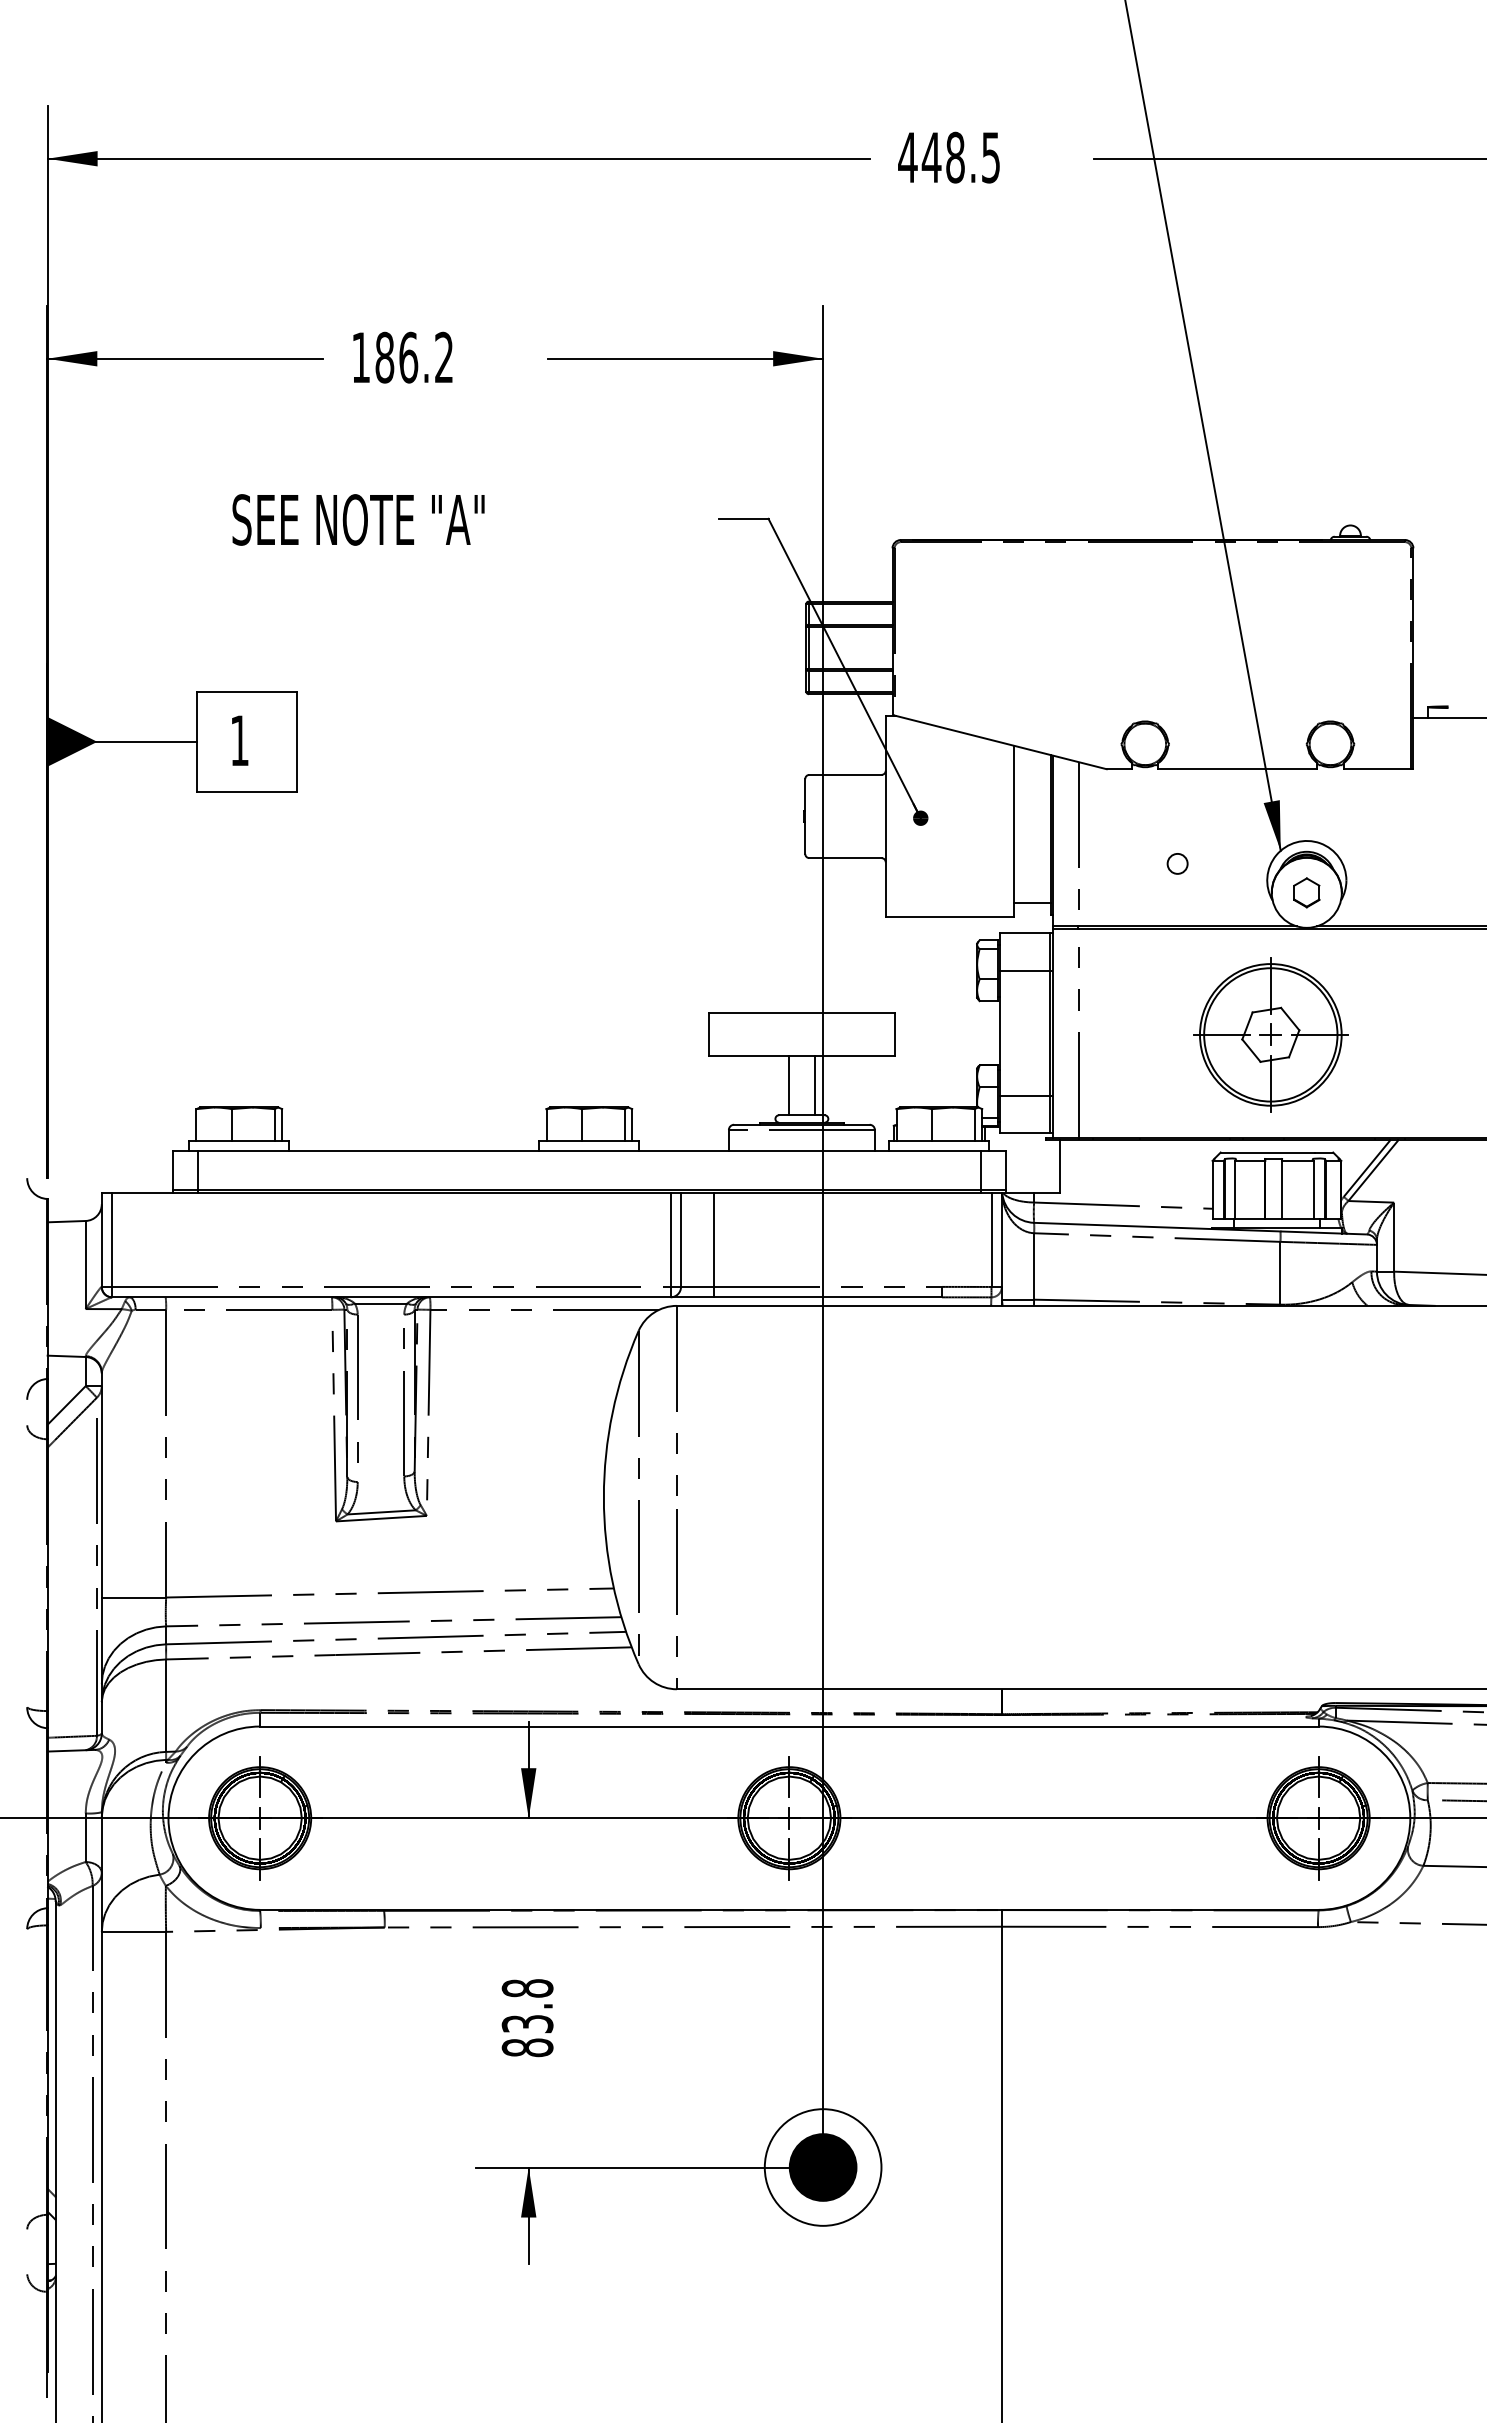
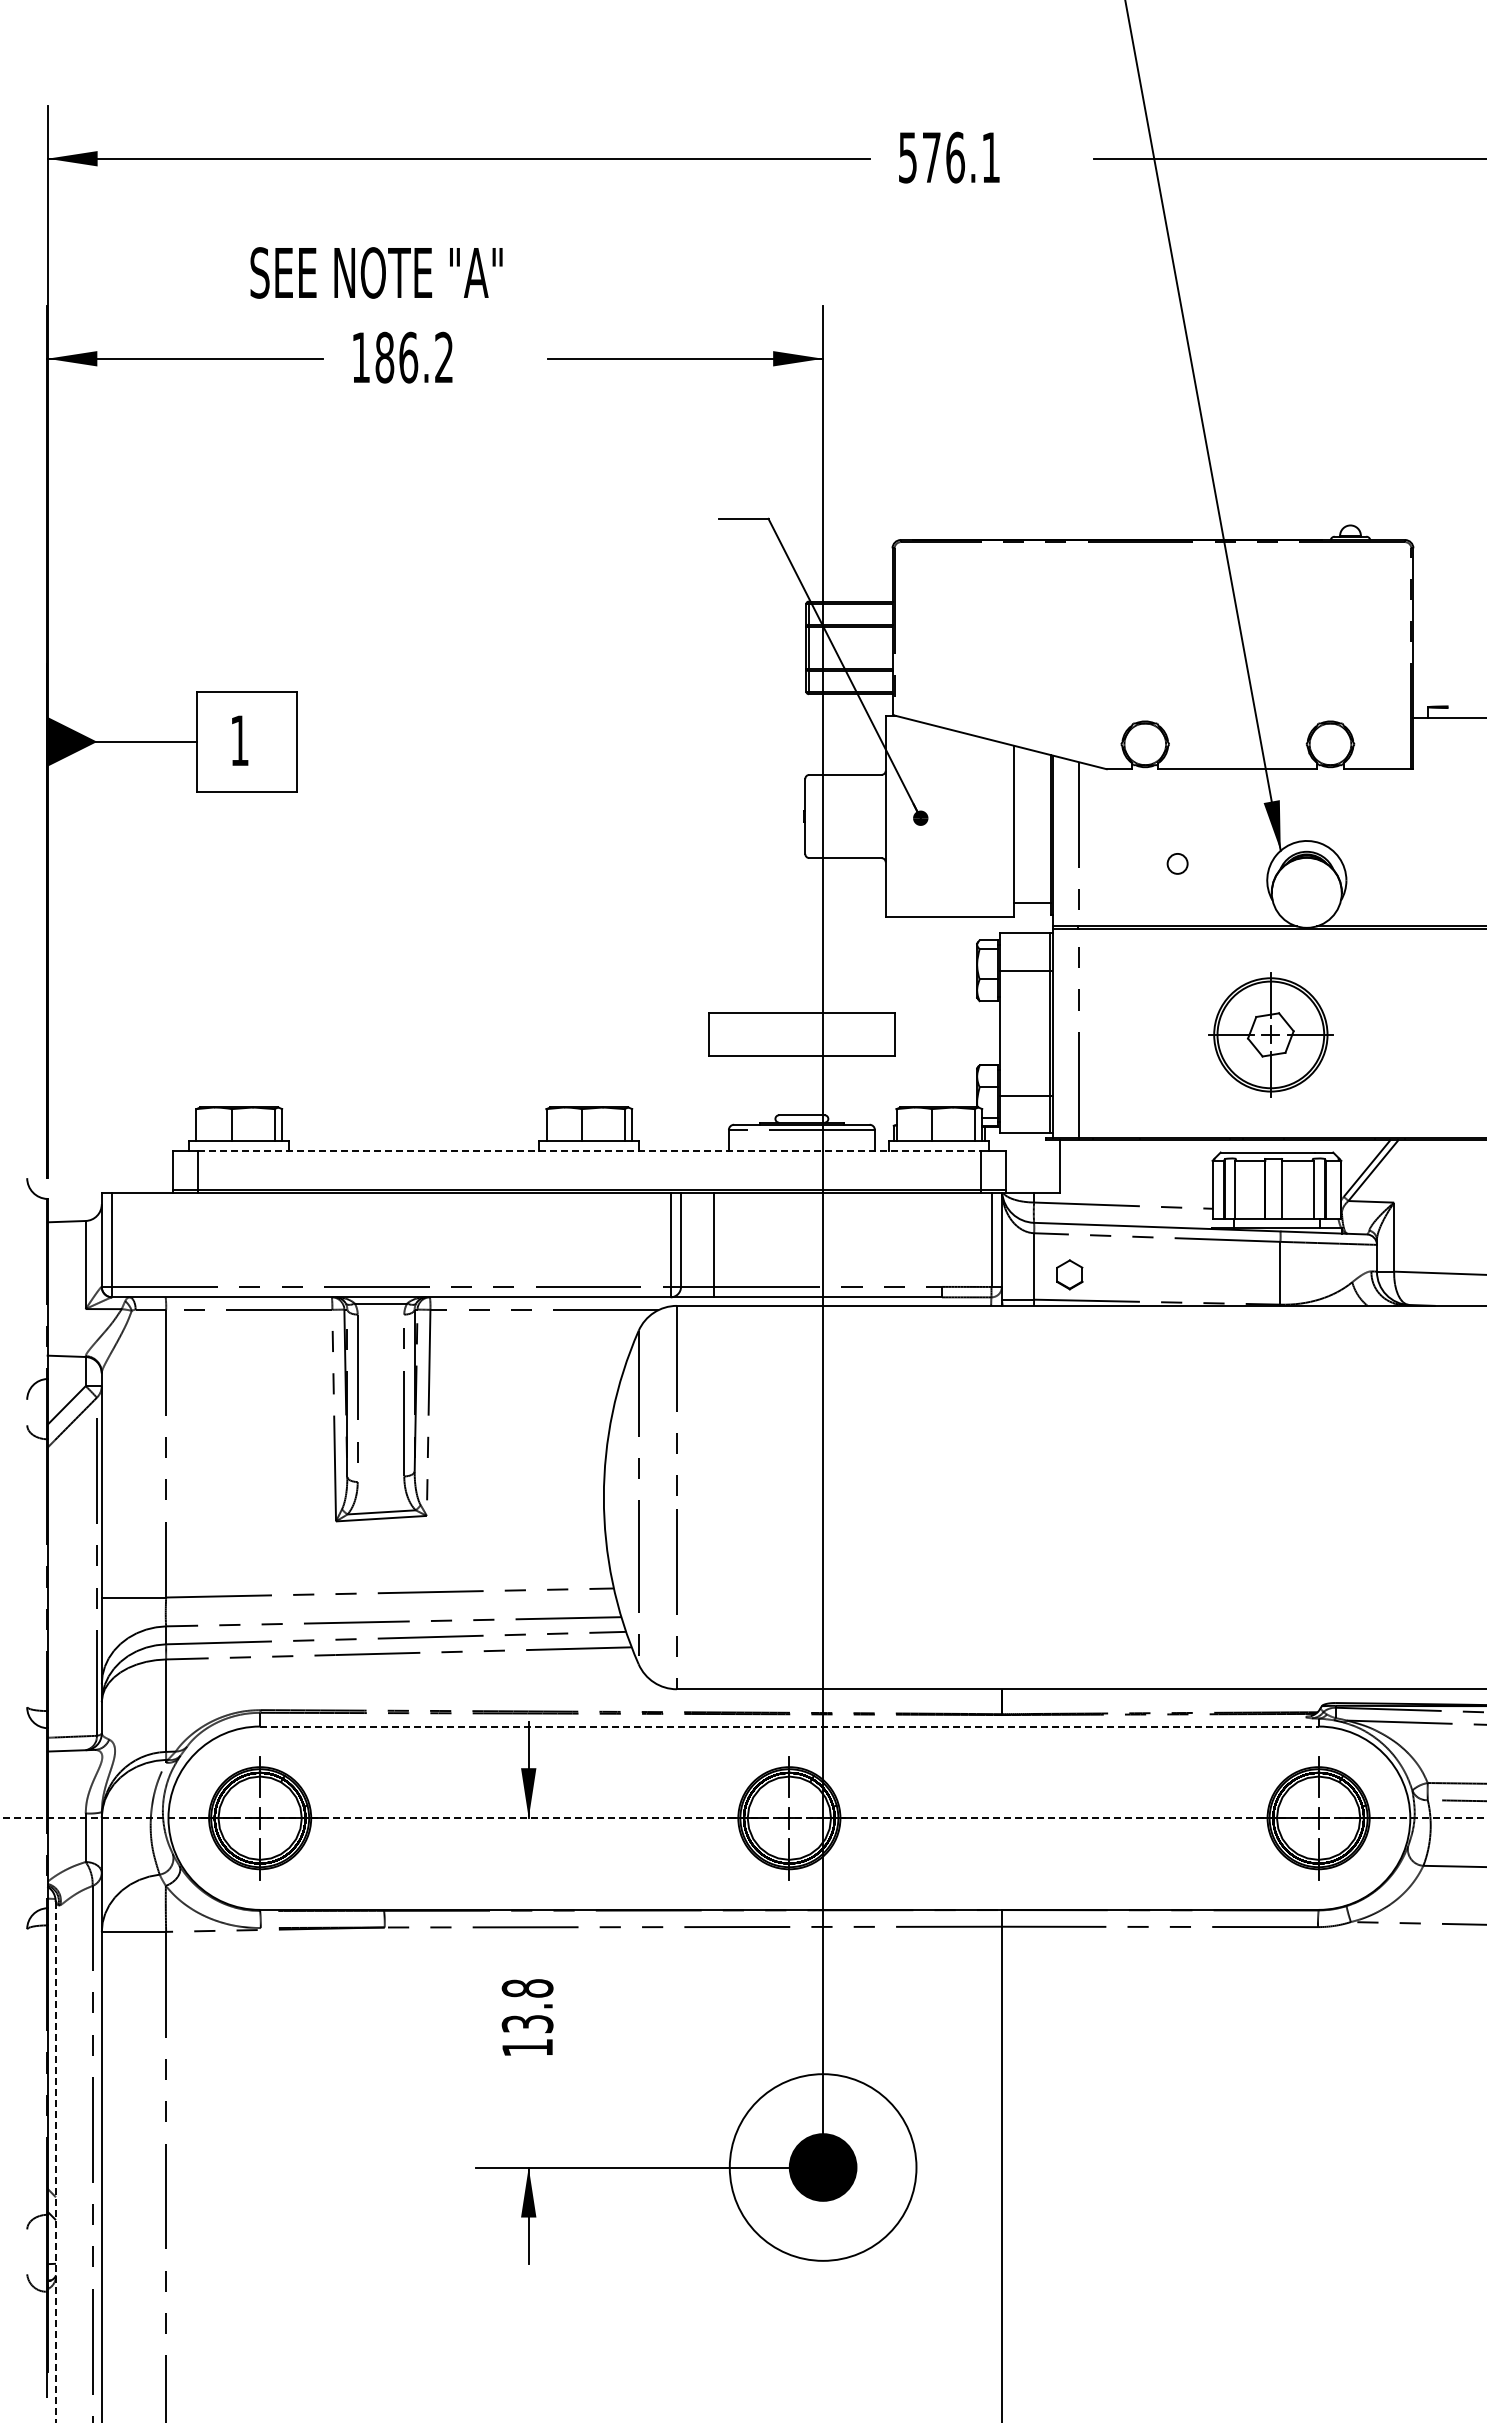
text at (948, 157): 448.5 -> 576.1
text at (358, 519) position: (358, 519) -> (376, 272)
part at (1306, 892) position: (1306, 892) -> (1069, 1274)
part at (1270, 1034) size: 156x156 px -> 126x126 px
line at (788, 1085): present -> none
line at (815, 1085): present -> none
line at (589, 1151): solid -> dashed
line at (789, 1726): solid -> dashed
line at (743, 1818): solid -> dashed
text at (527, 2047): 83.8 -> 13.8
line at (55, 2163): solid -> dashed
circle at (822, 2167) diameter: 117 px -> 187 px
